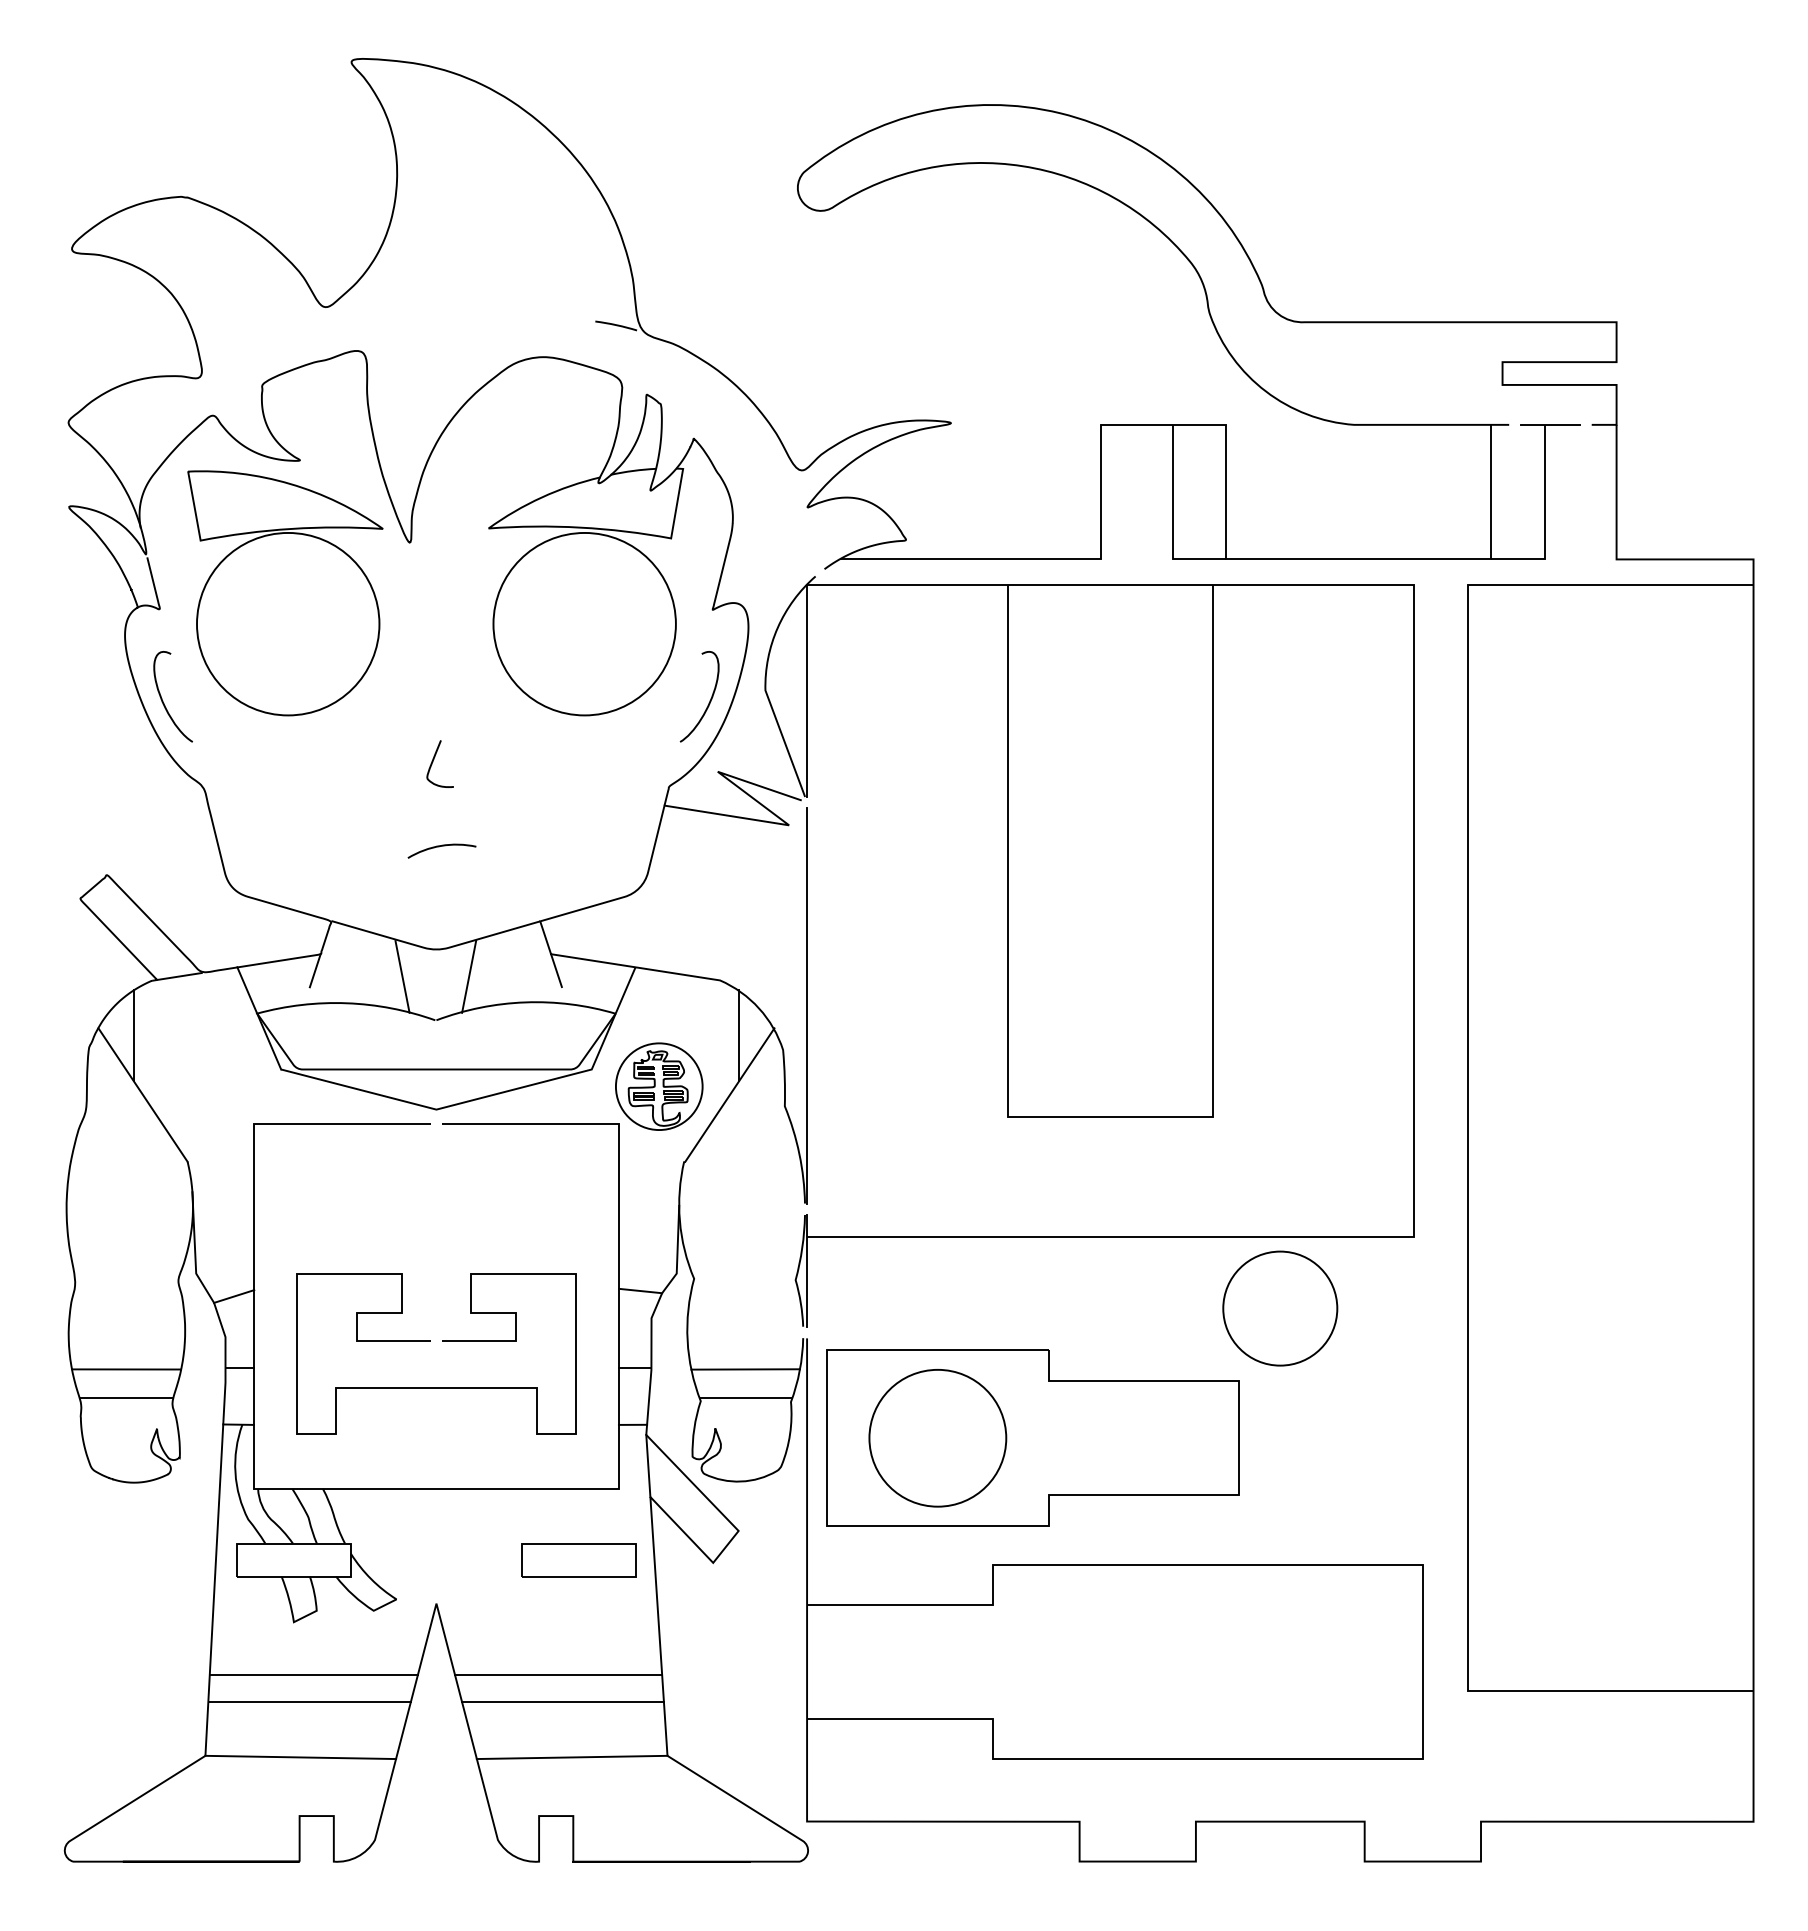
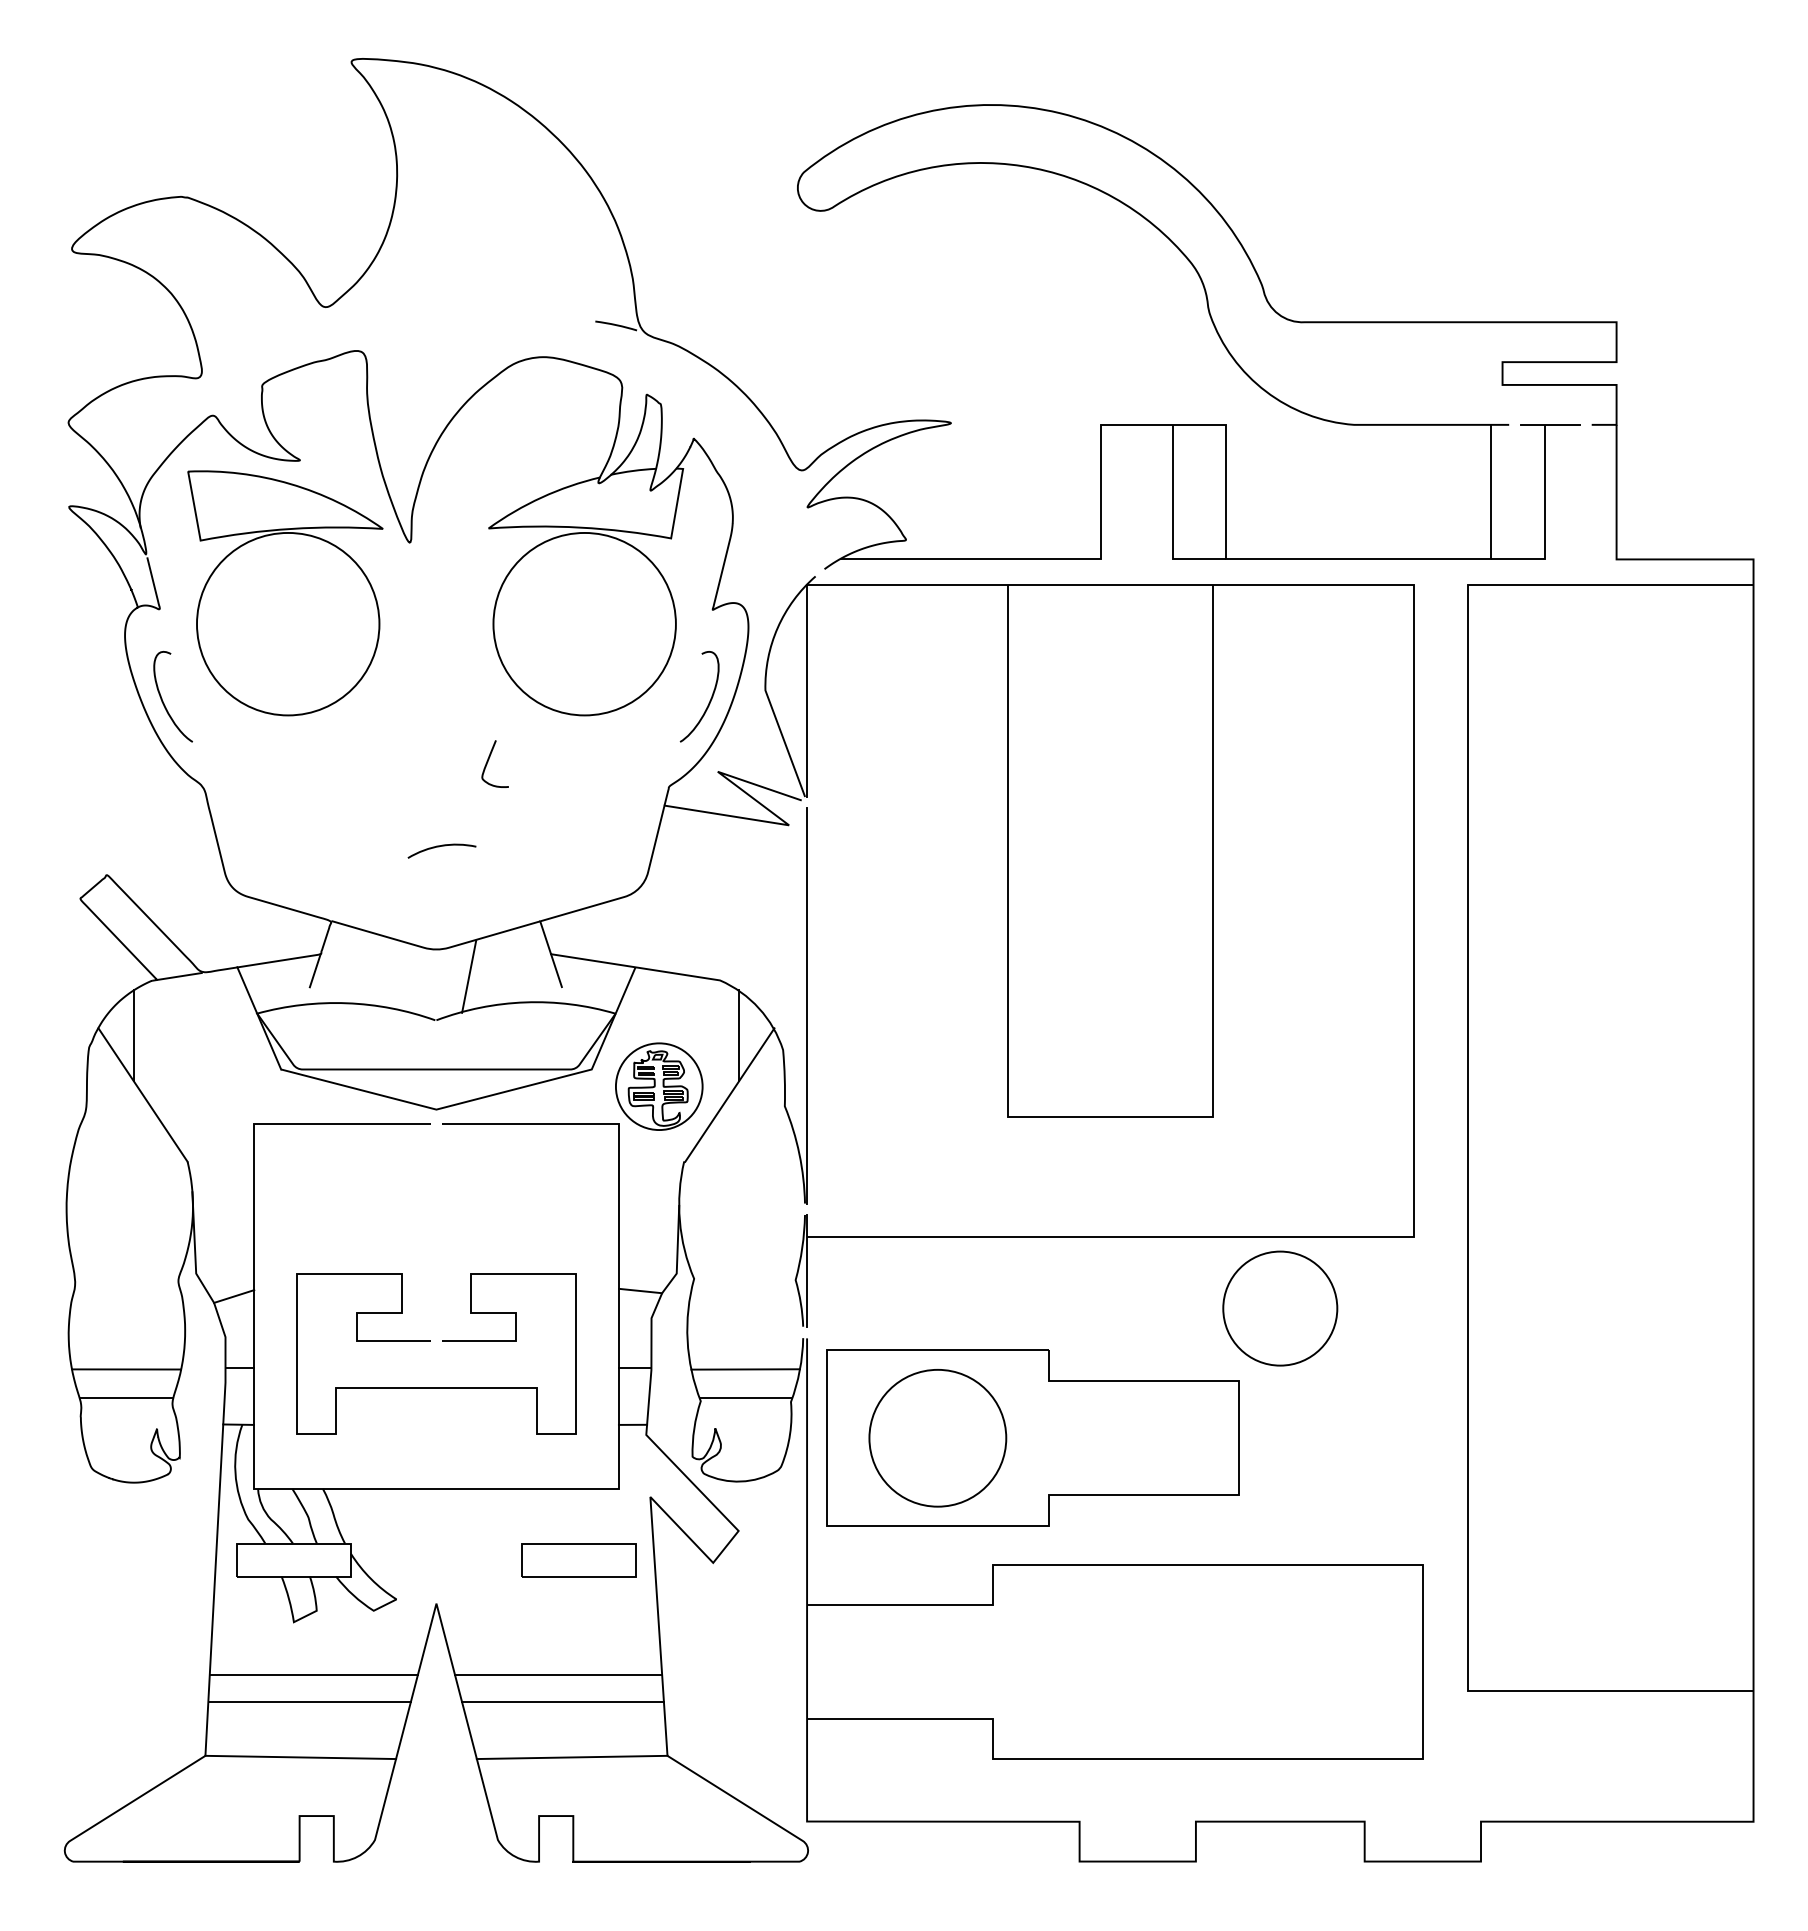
curve at (433, 762) position: (433, 762) -> (488, 762)
line at (402, 976): present -> none
line at (648, 1465): present -> none
